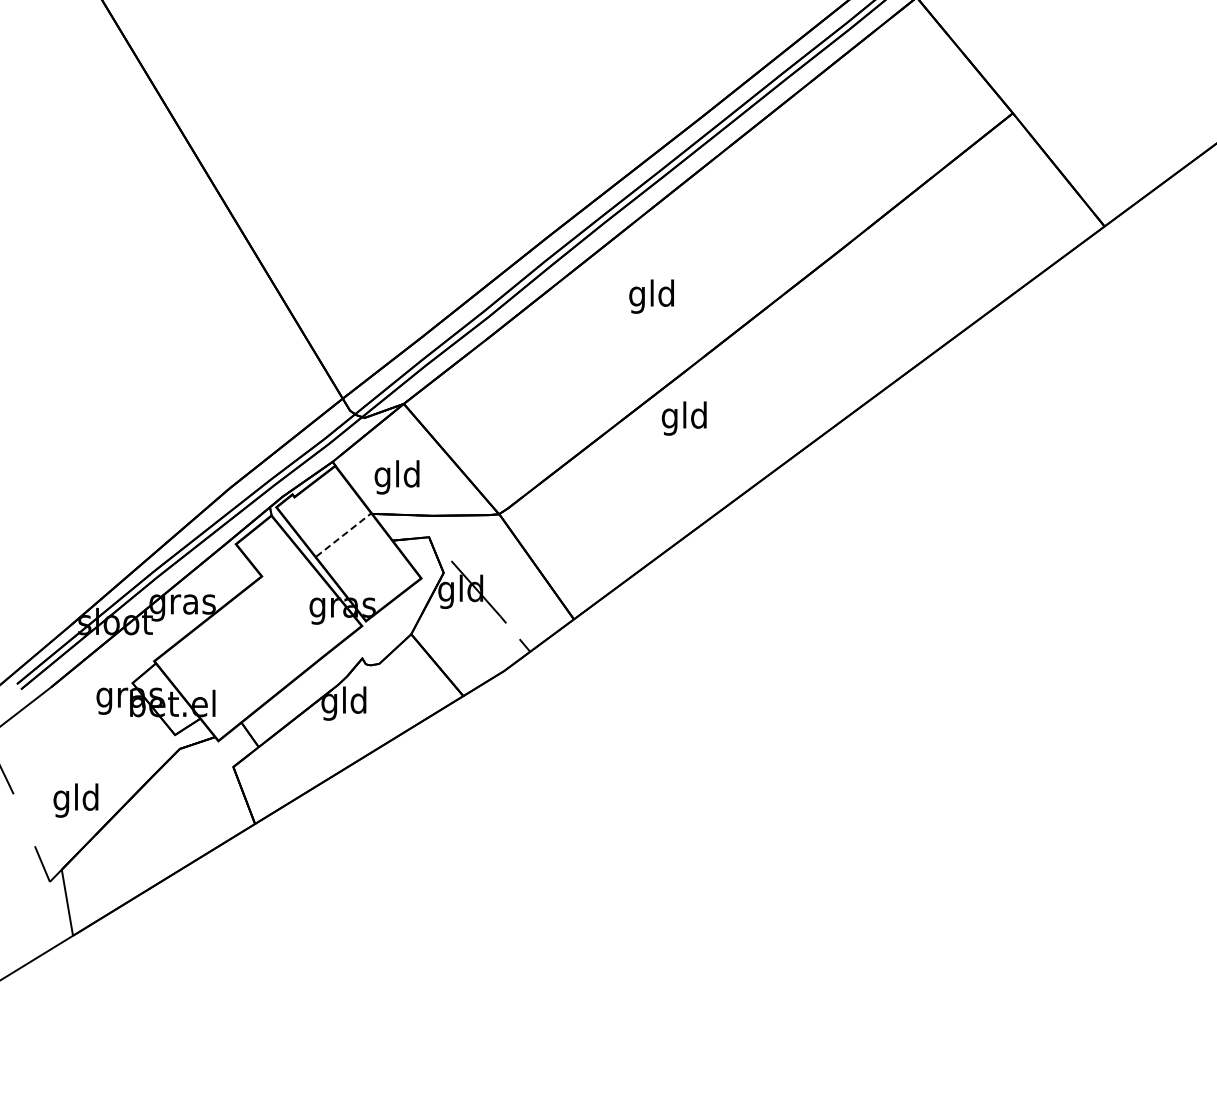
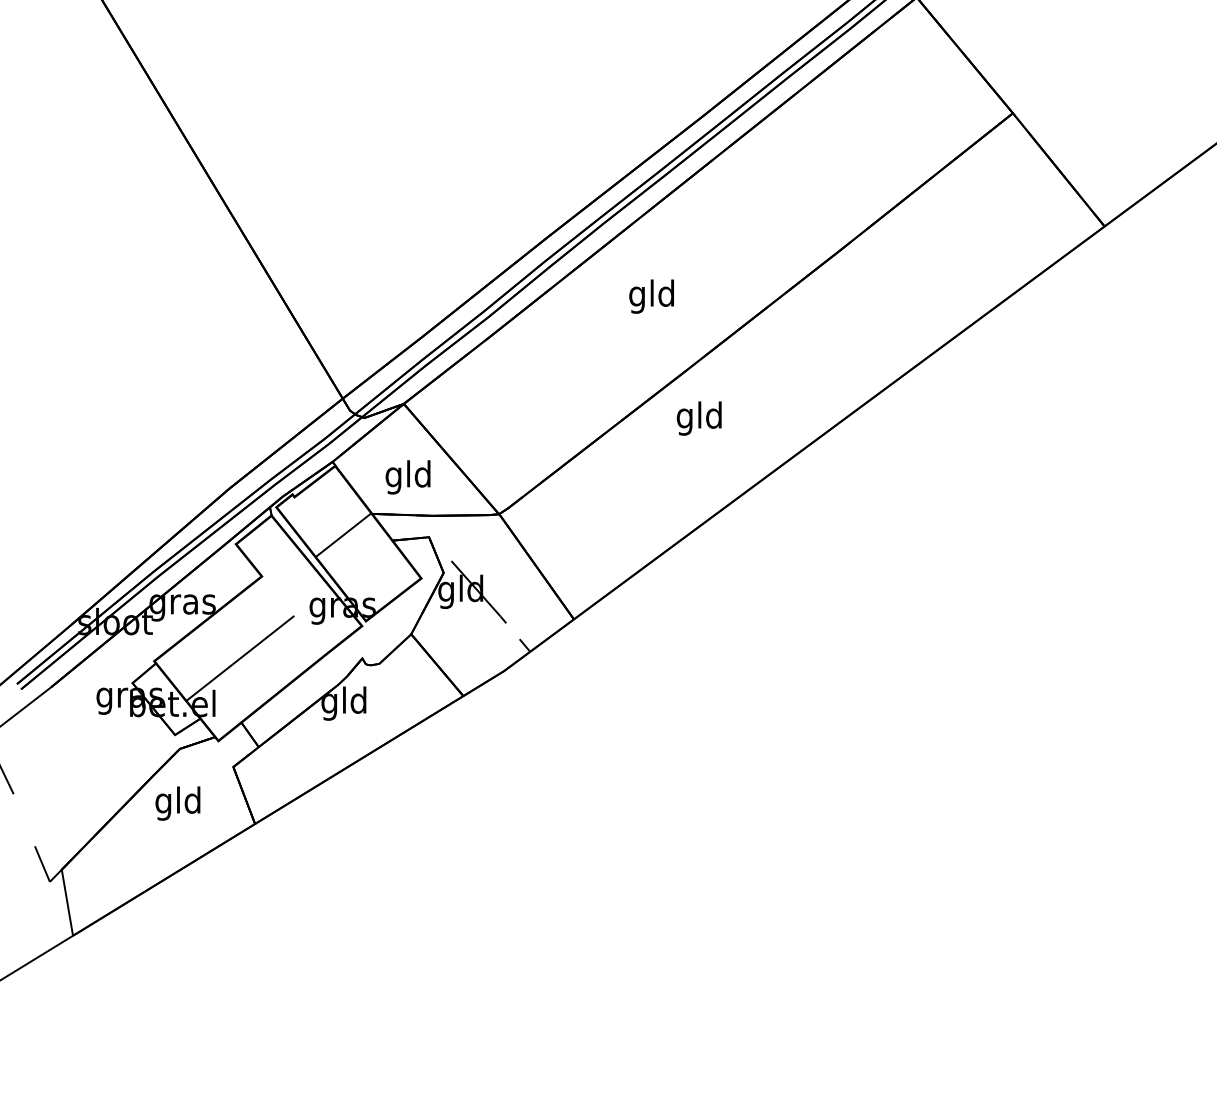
text at (683, 418) position: (683, 418) -> (698, 418)
text at (396, 477) position: (396, 477) -> (407, 477)
line at (343, 535): dashed -> solid
line at (239, 658): none -> present
text at (75, 800) position: (75, 800) -> (177, 803)
